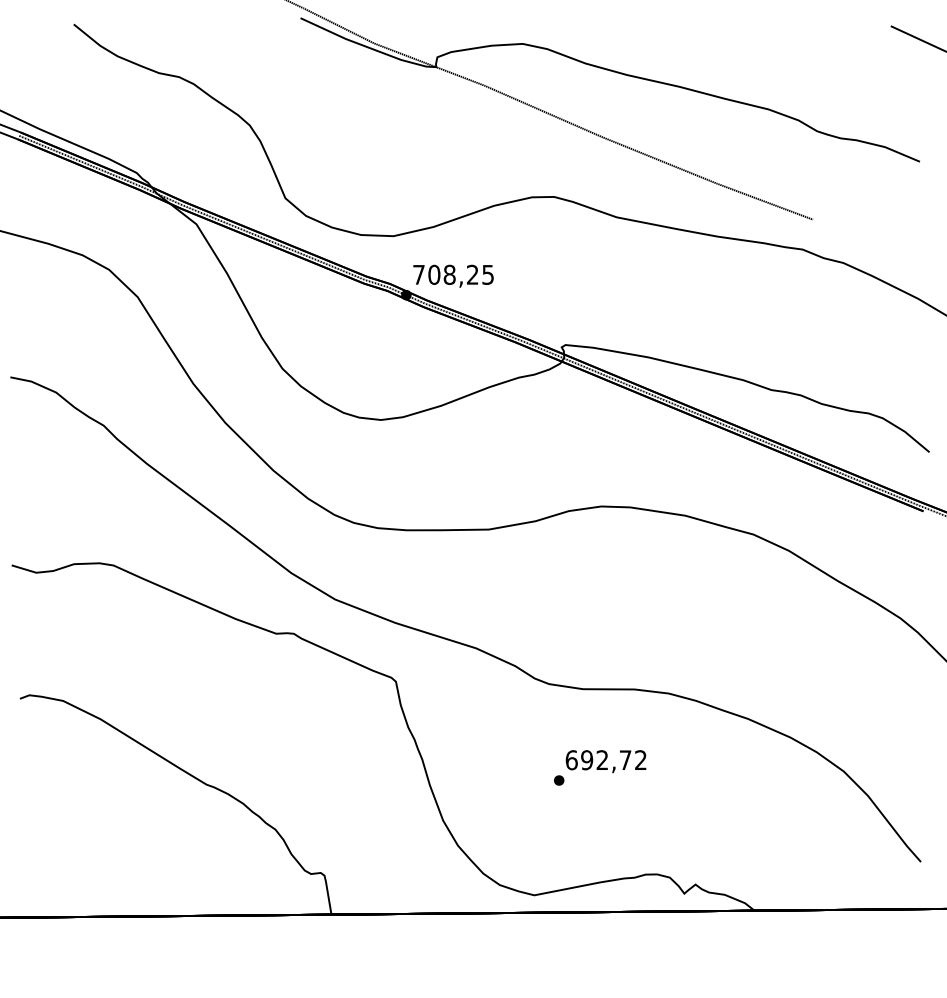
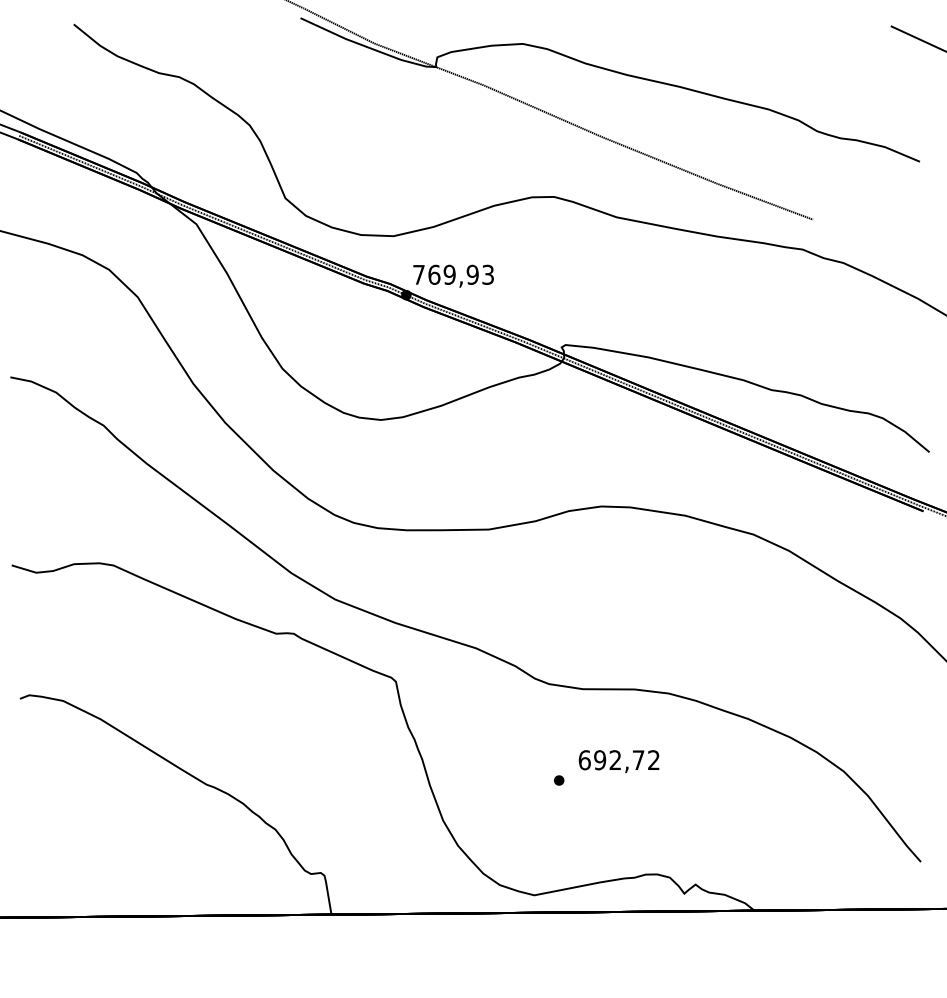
text at (460, 274): 708,25 -> 769,93
text at (605, 761) position: (605, 761) -> (618, 761)
